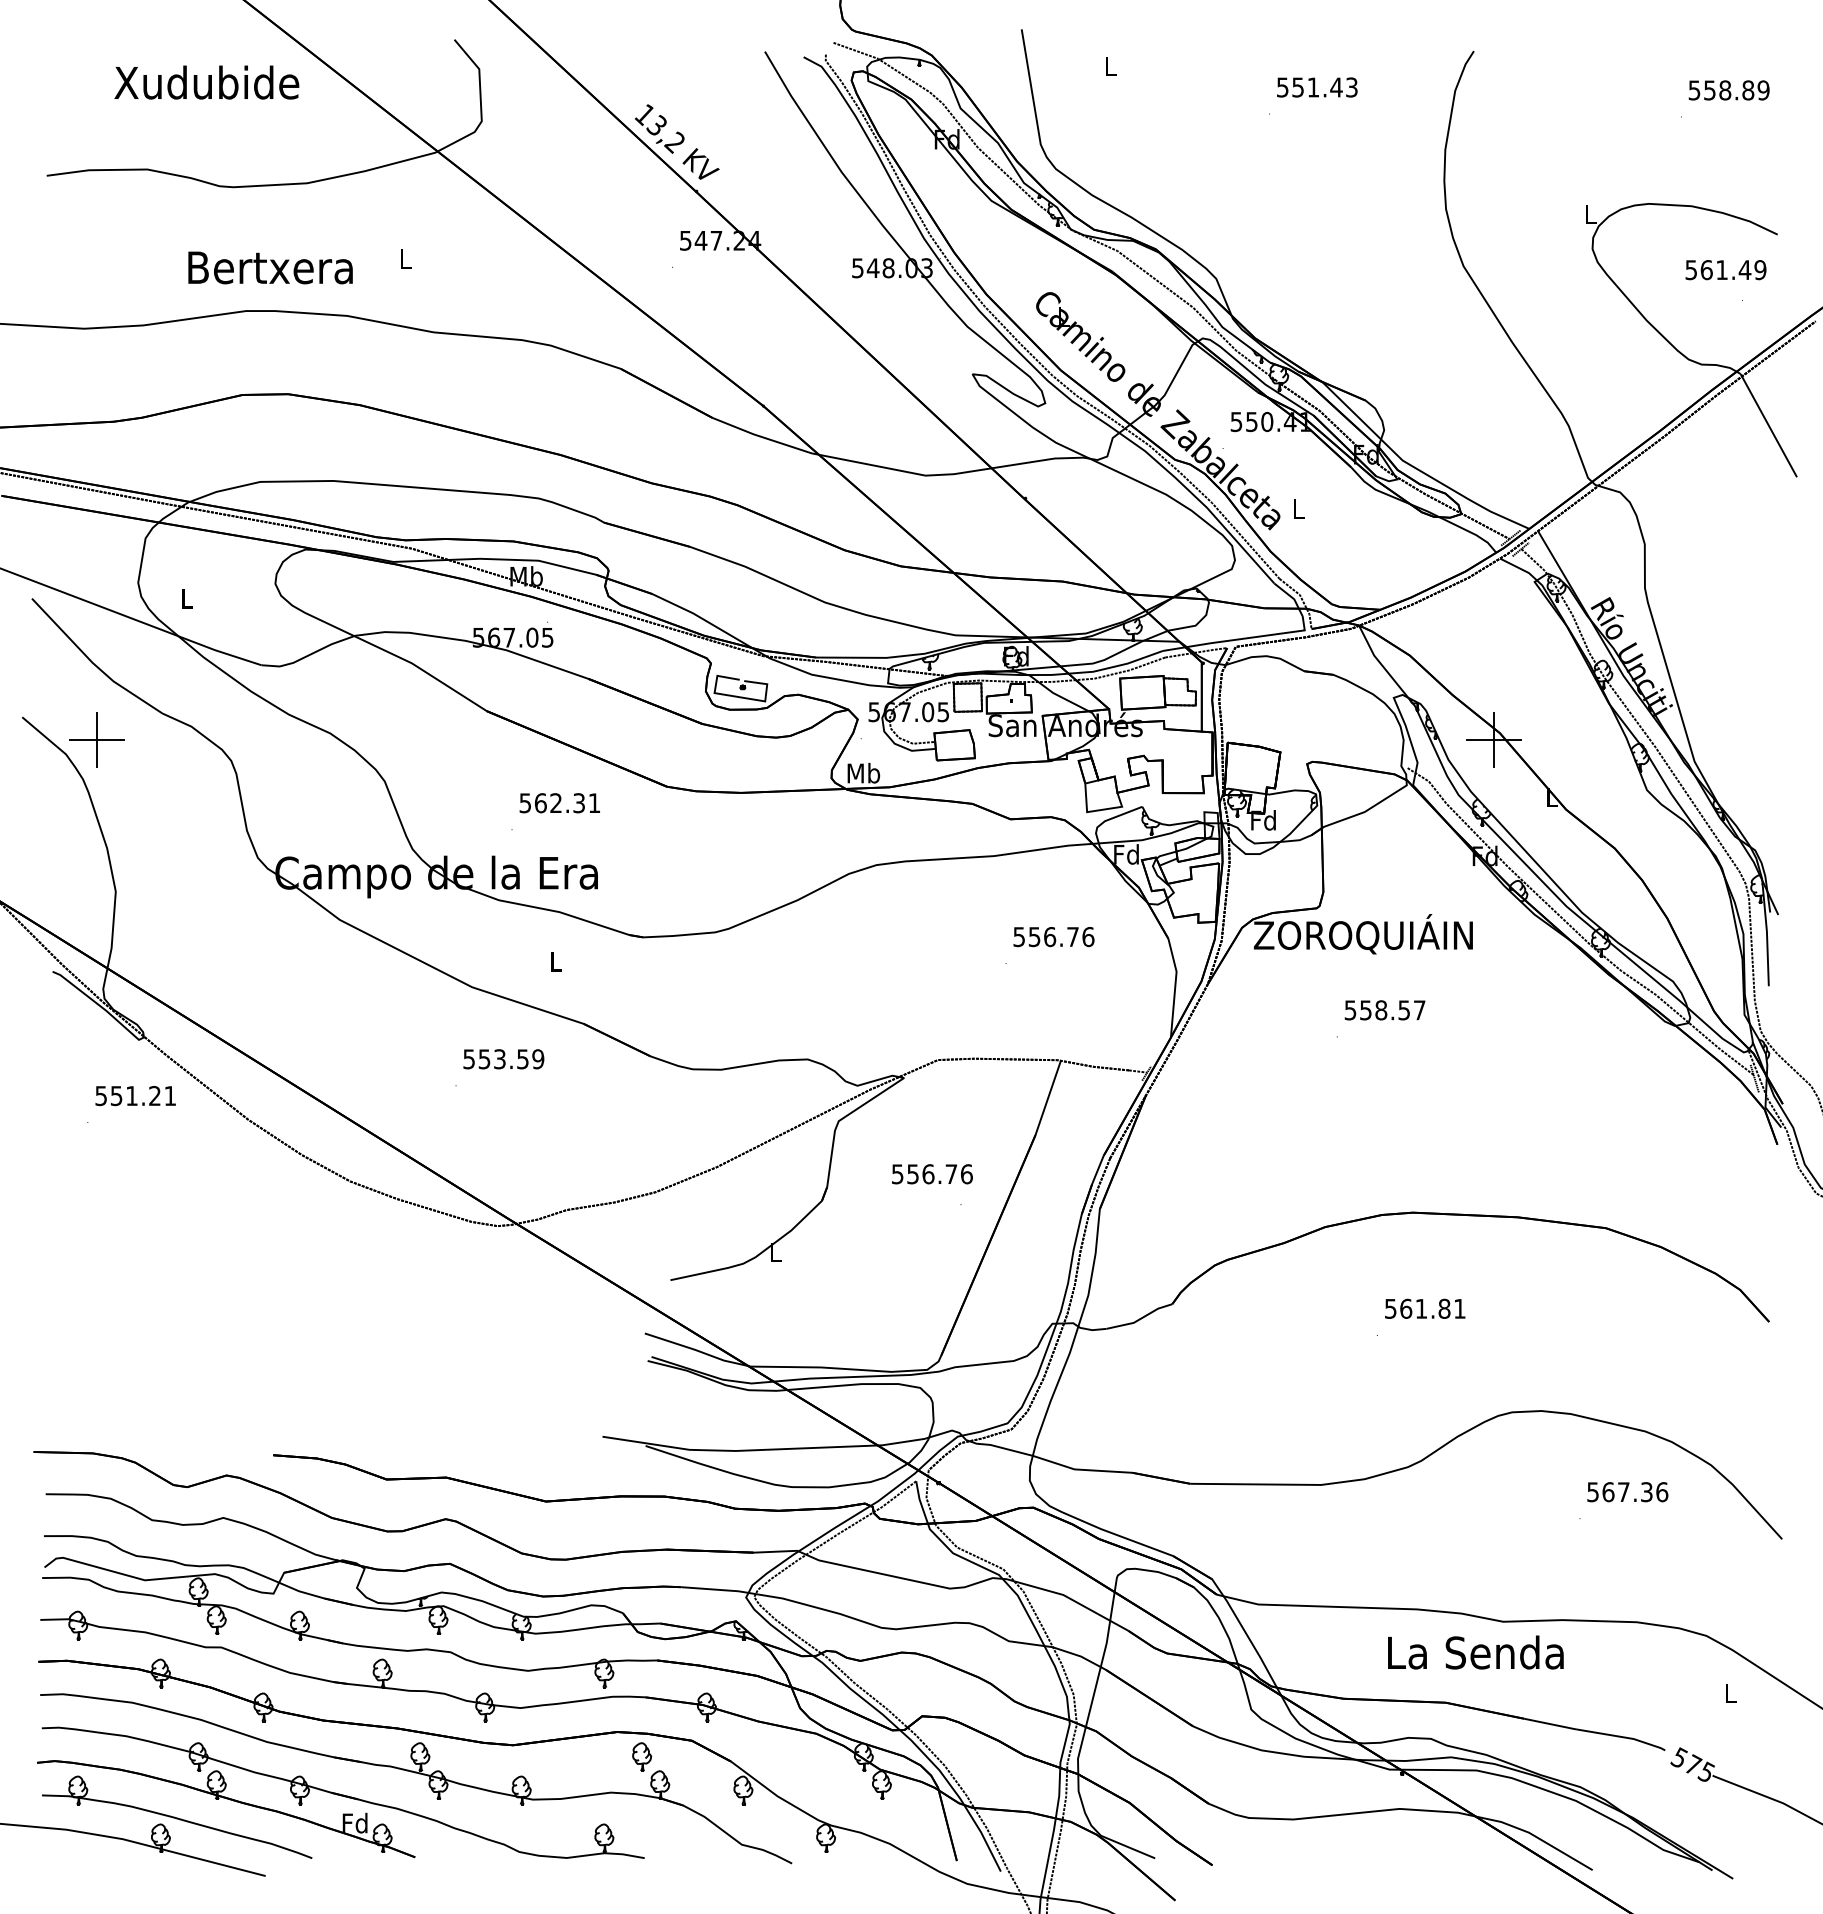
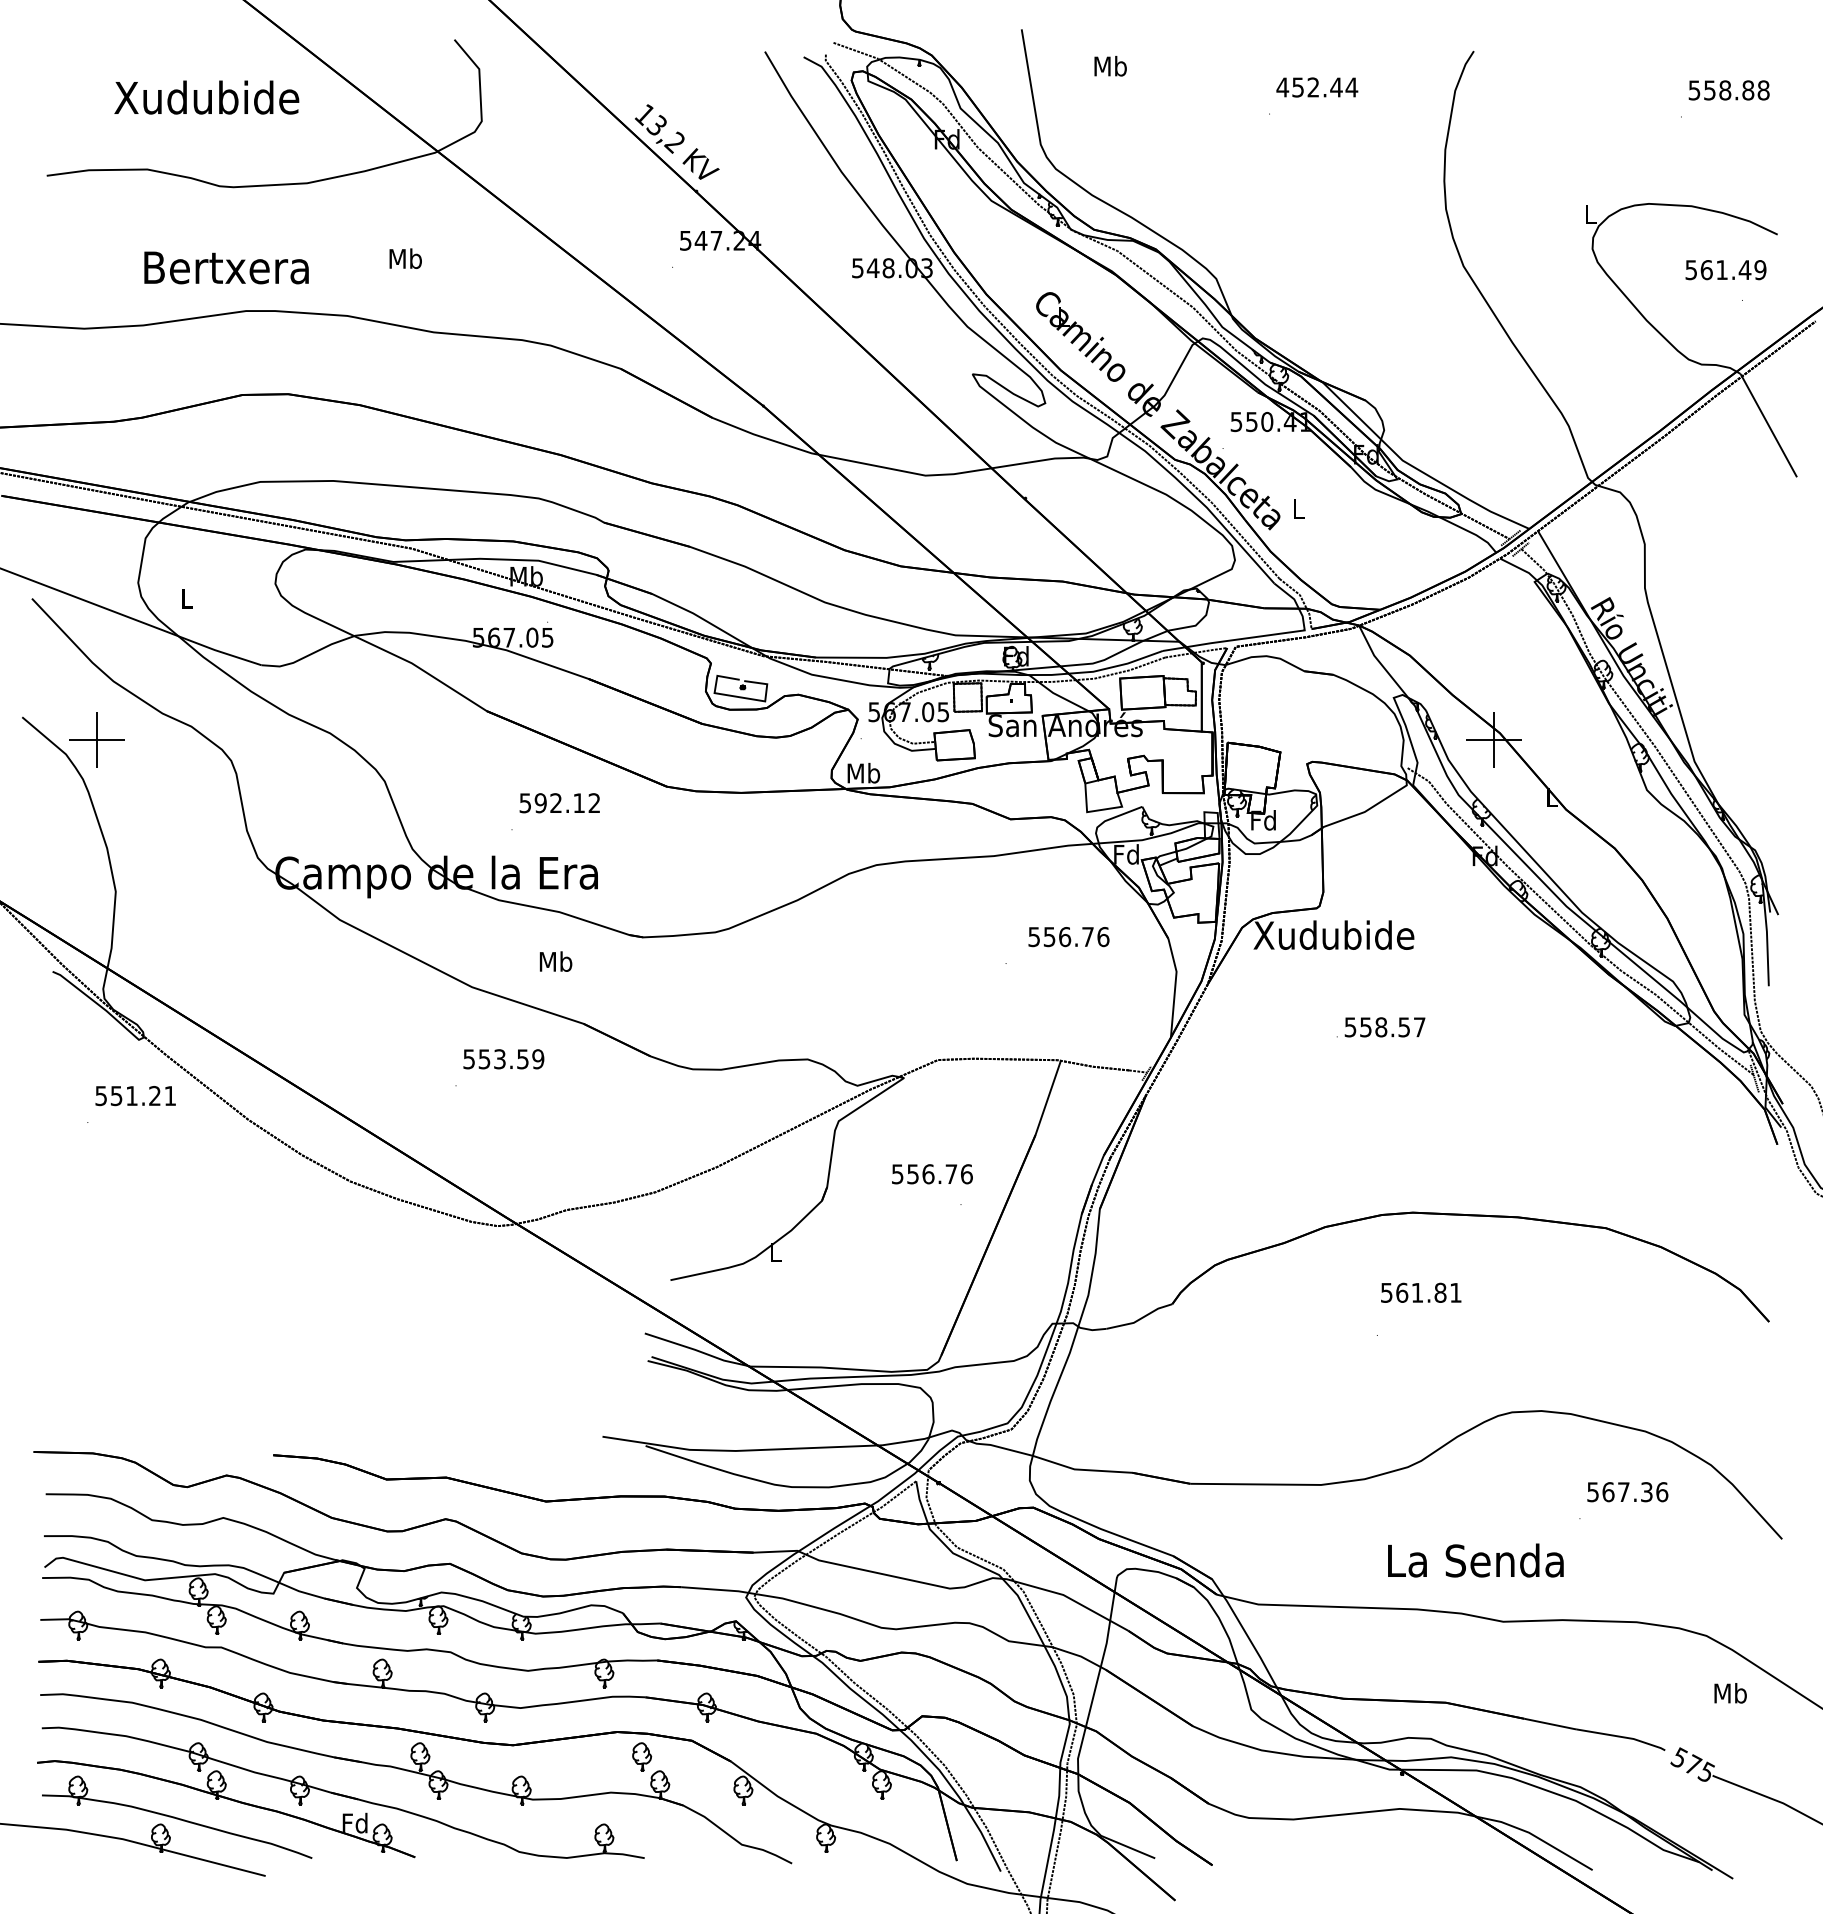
text at (1110, 65): L -> Mb
text at (206, 82) position: (206, 82) -> (206, 97)
text at (1317, 87): 551.43 -> 452.44
text at (1763, 90): 558.89 -> 558.88
text at (405, 258): L -> Mb
text at (270, 267) position: (270, 267) -> (226, 267)
text at (566, 803): 562.31 -> 592.12
text at (1362, 934): ZOROQUIÁIN -> Xudubide
text at (1053, 937) position: (1053, 937) -> (1068, 937)
text at (555, 961): L -> Mb
text at (1384, 1010) position: (1384, 1010) -> (1384, 1027)
text at (1425, 1308) position: (1425, 1308) -> (1421, 1292)
text at (1475, 1652) position: (1475, 1652) -> (1475, 1560)
text at (1730, 1693): L -> Mb
